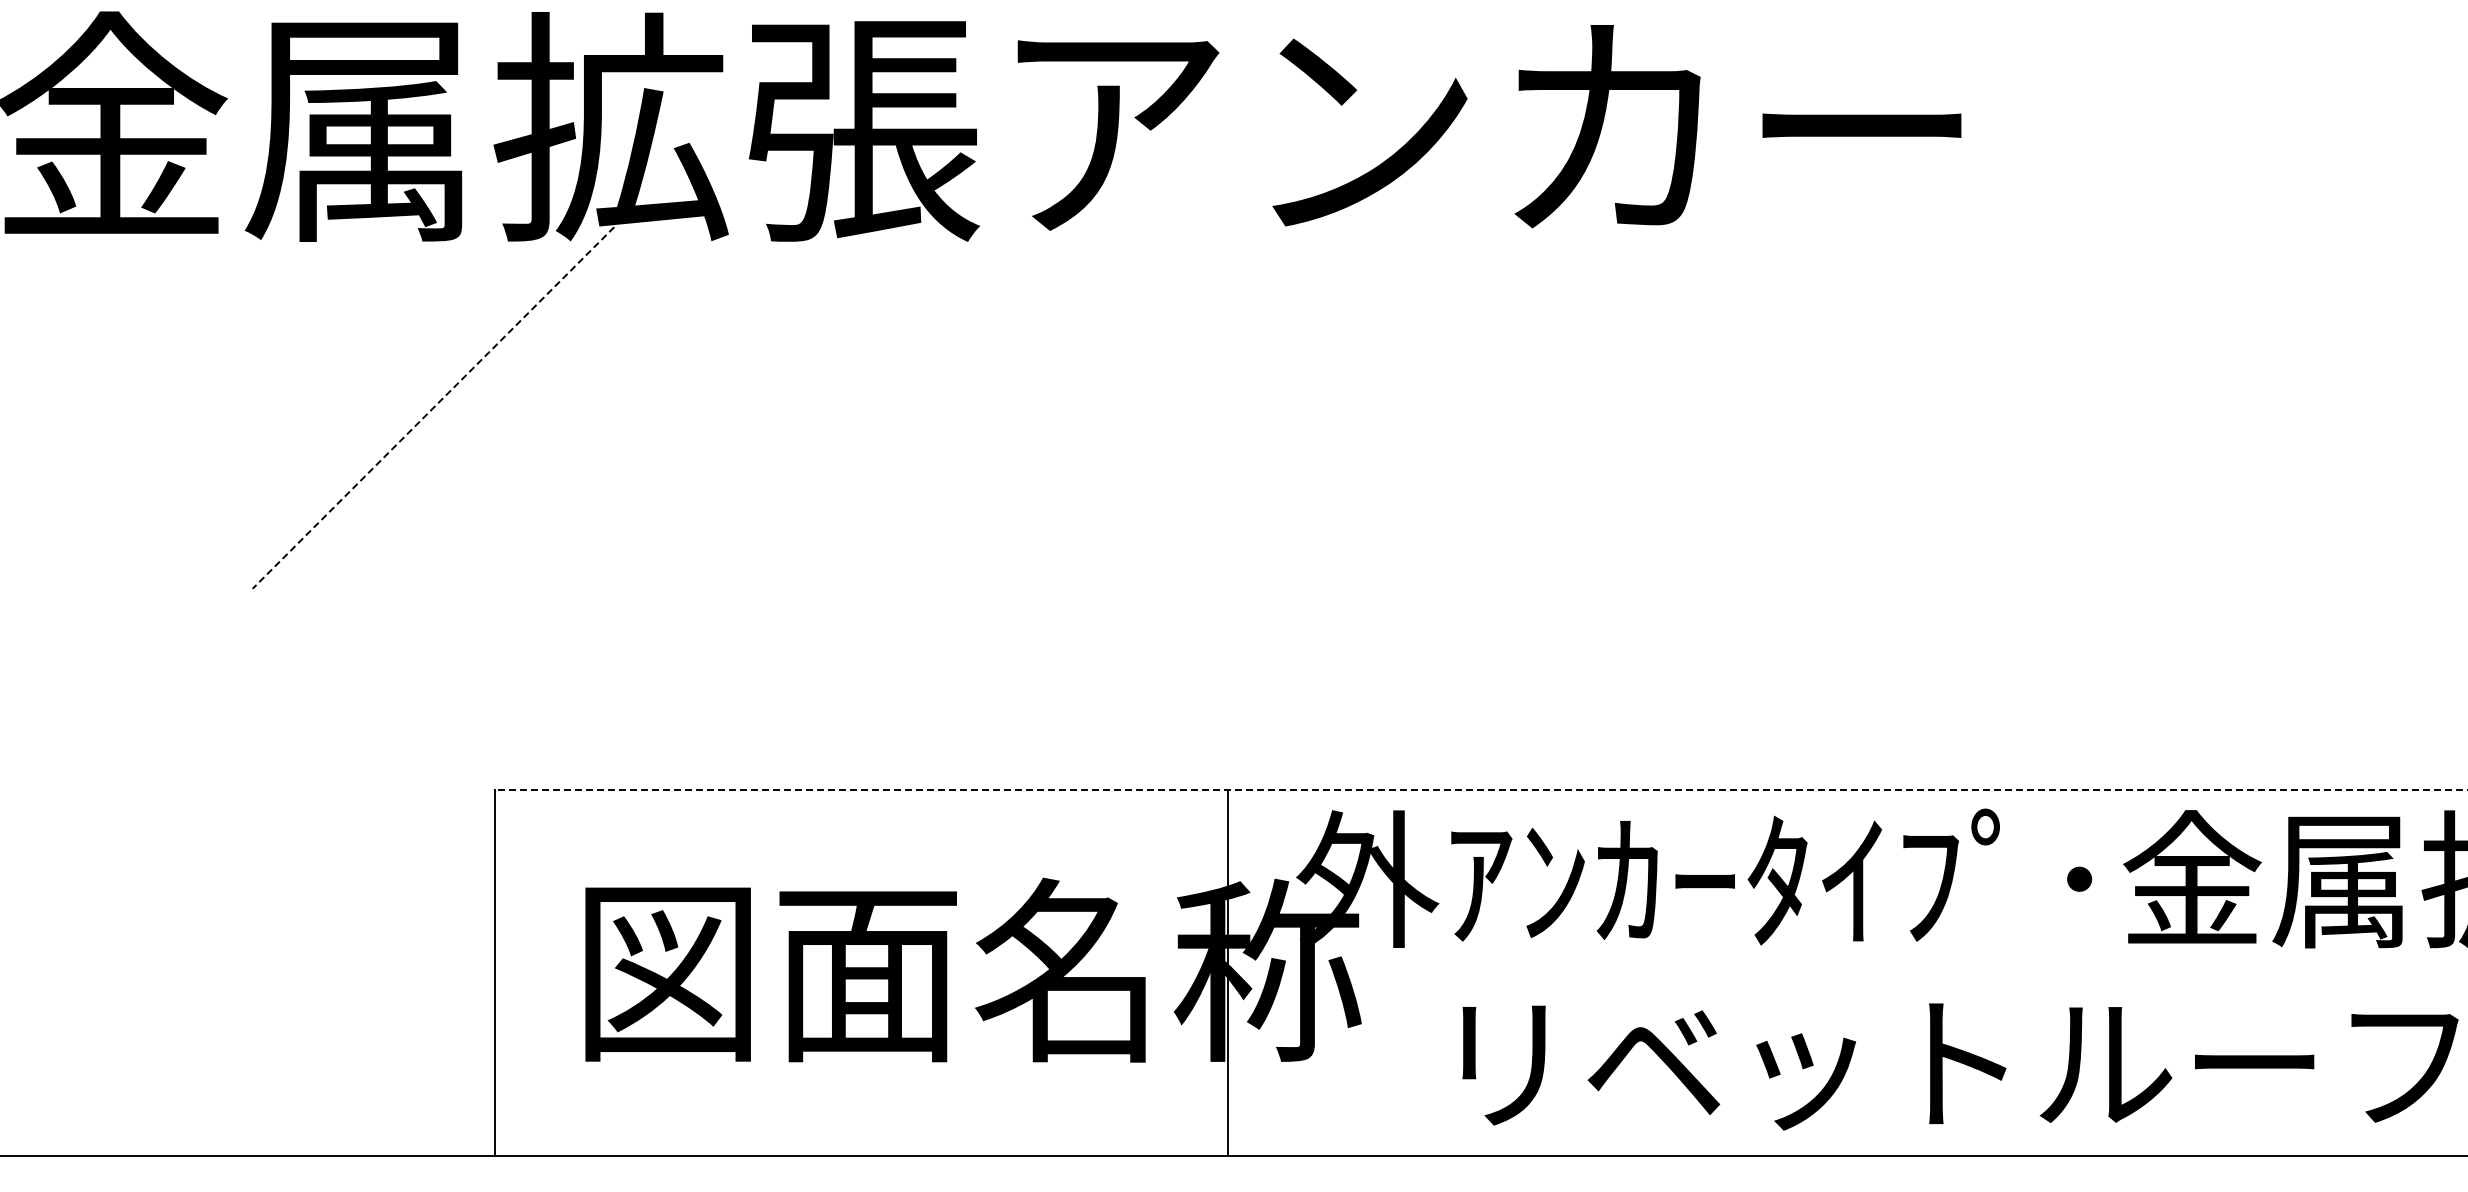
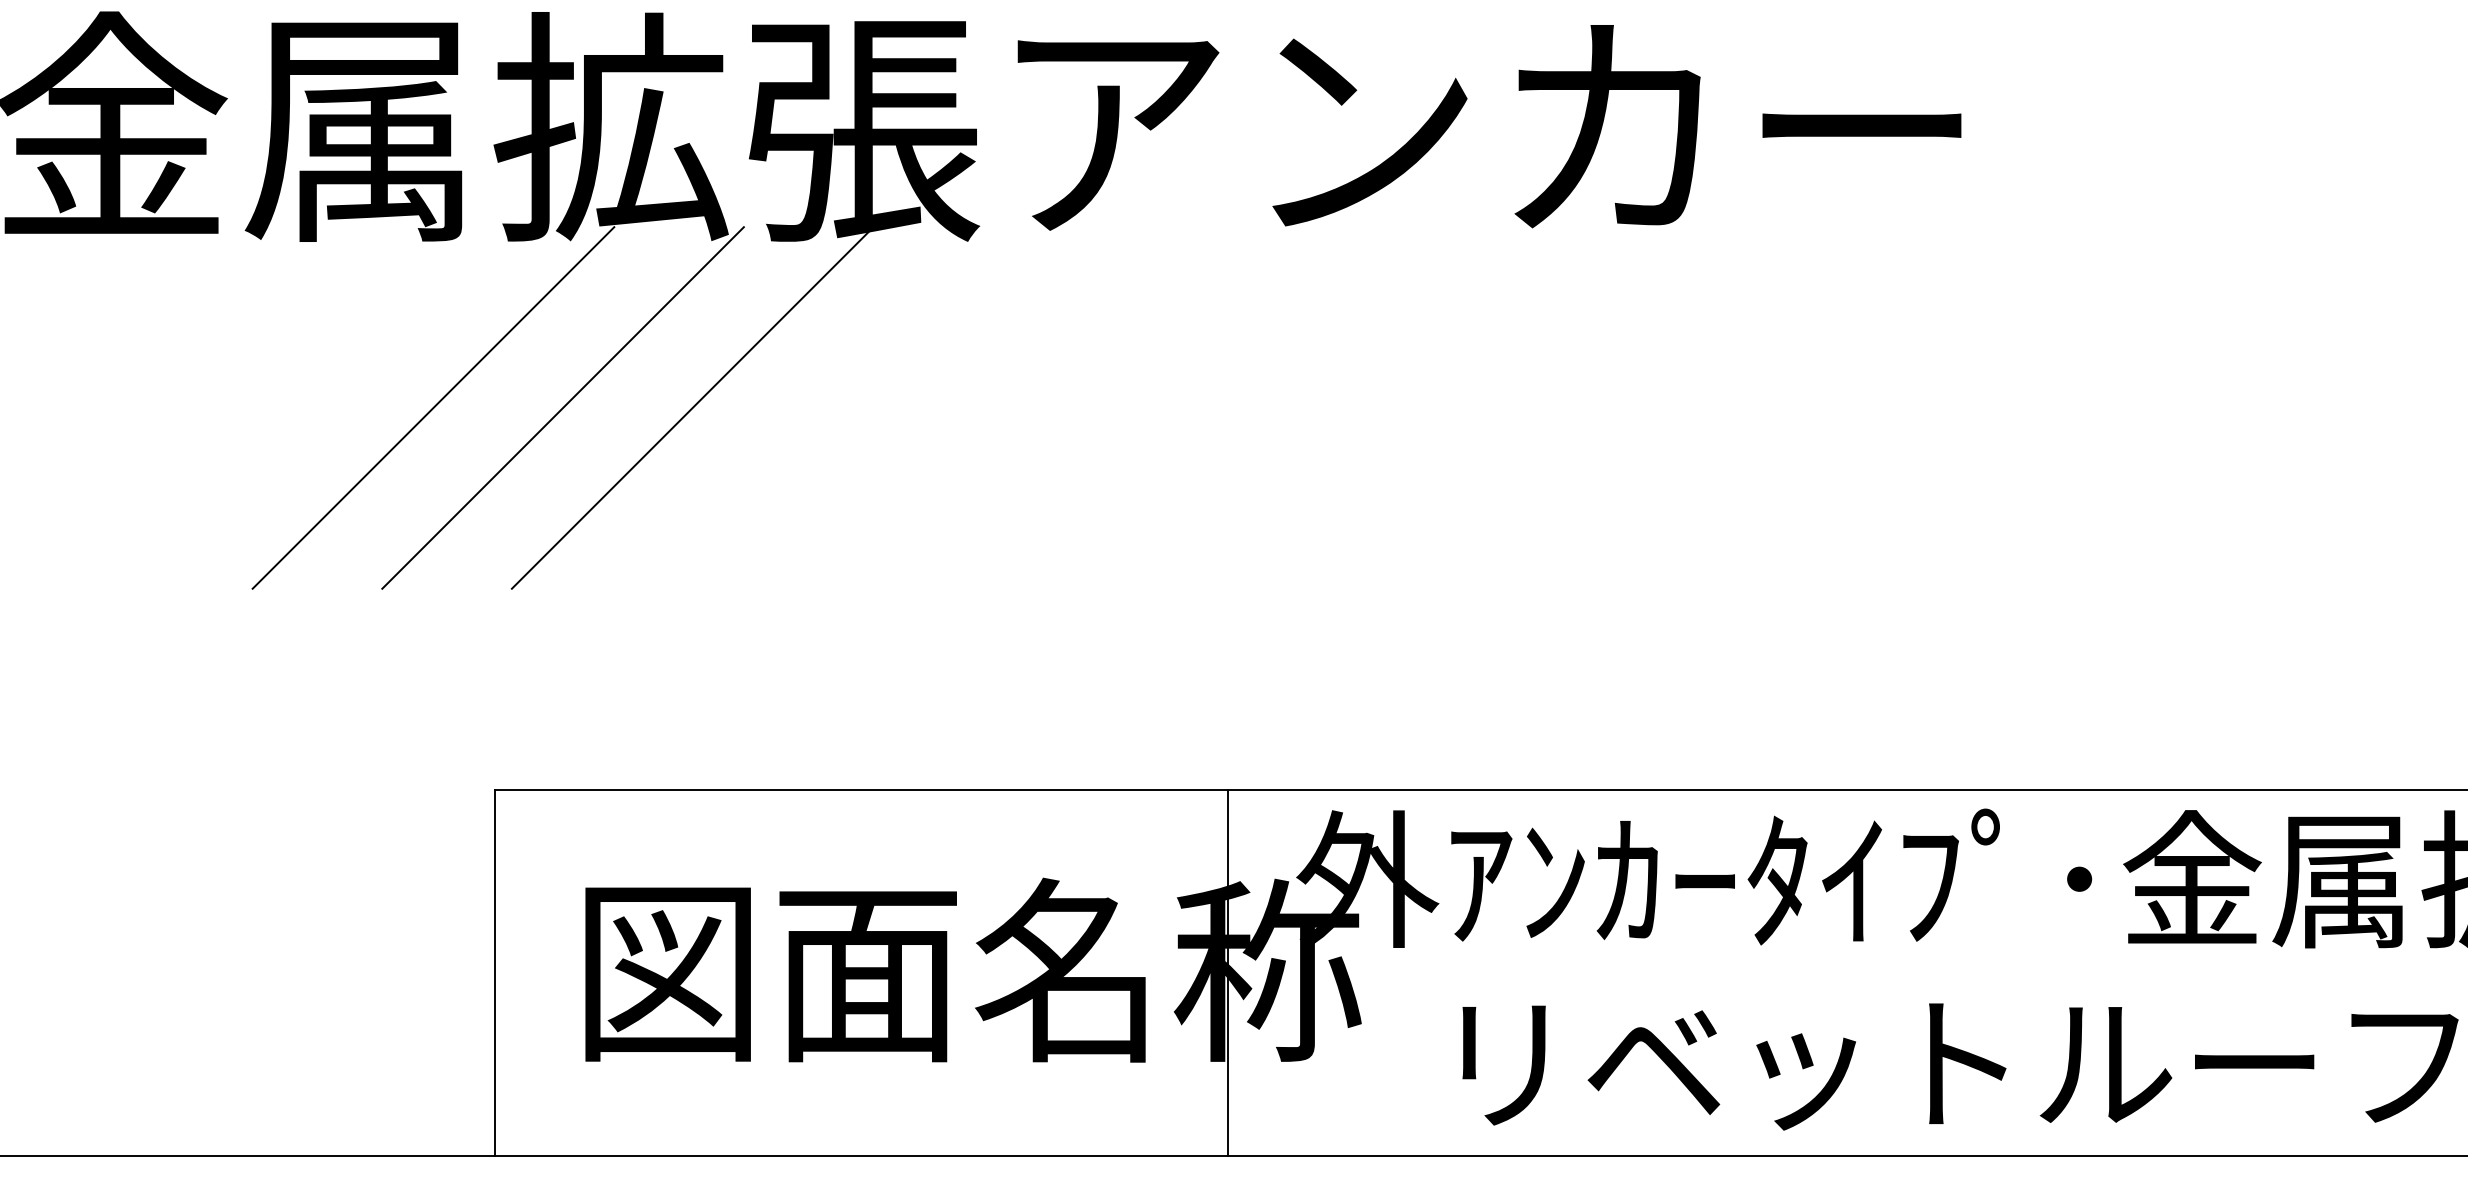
line at (433, 407): dashed -> solid
line at (562, 407): none -> present
line at (692, 407): none -> present
line at (1480, 789): dashed -> solid
